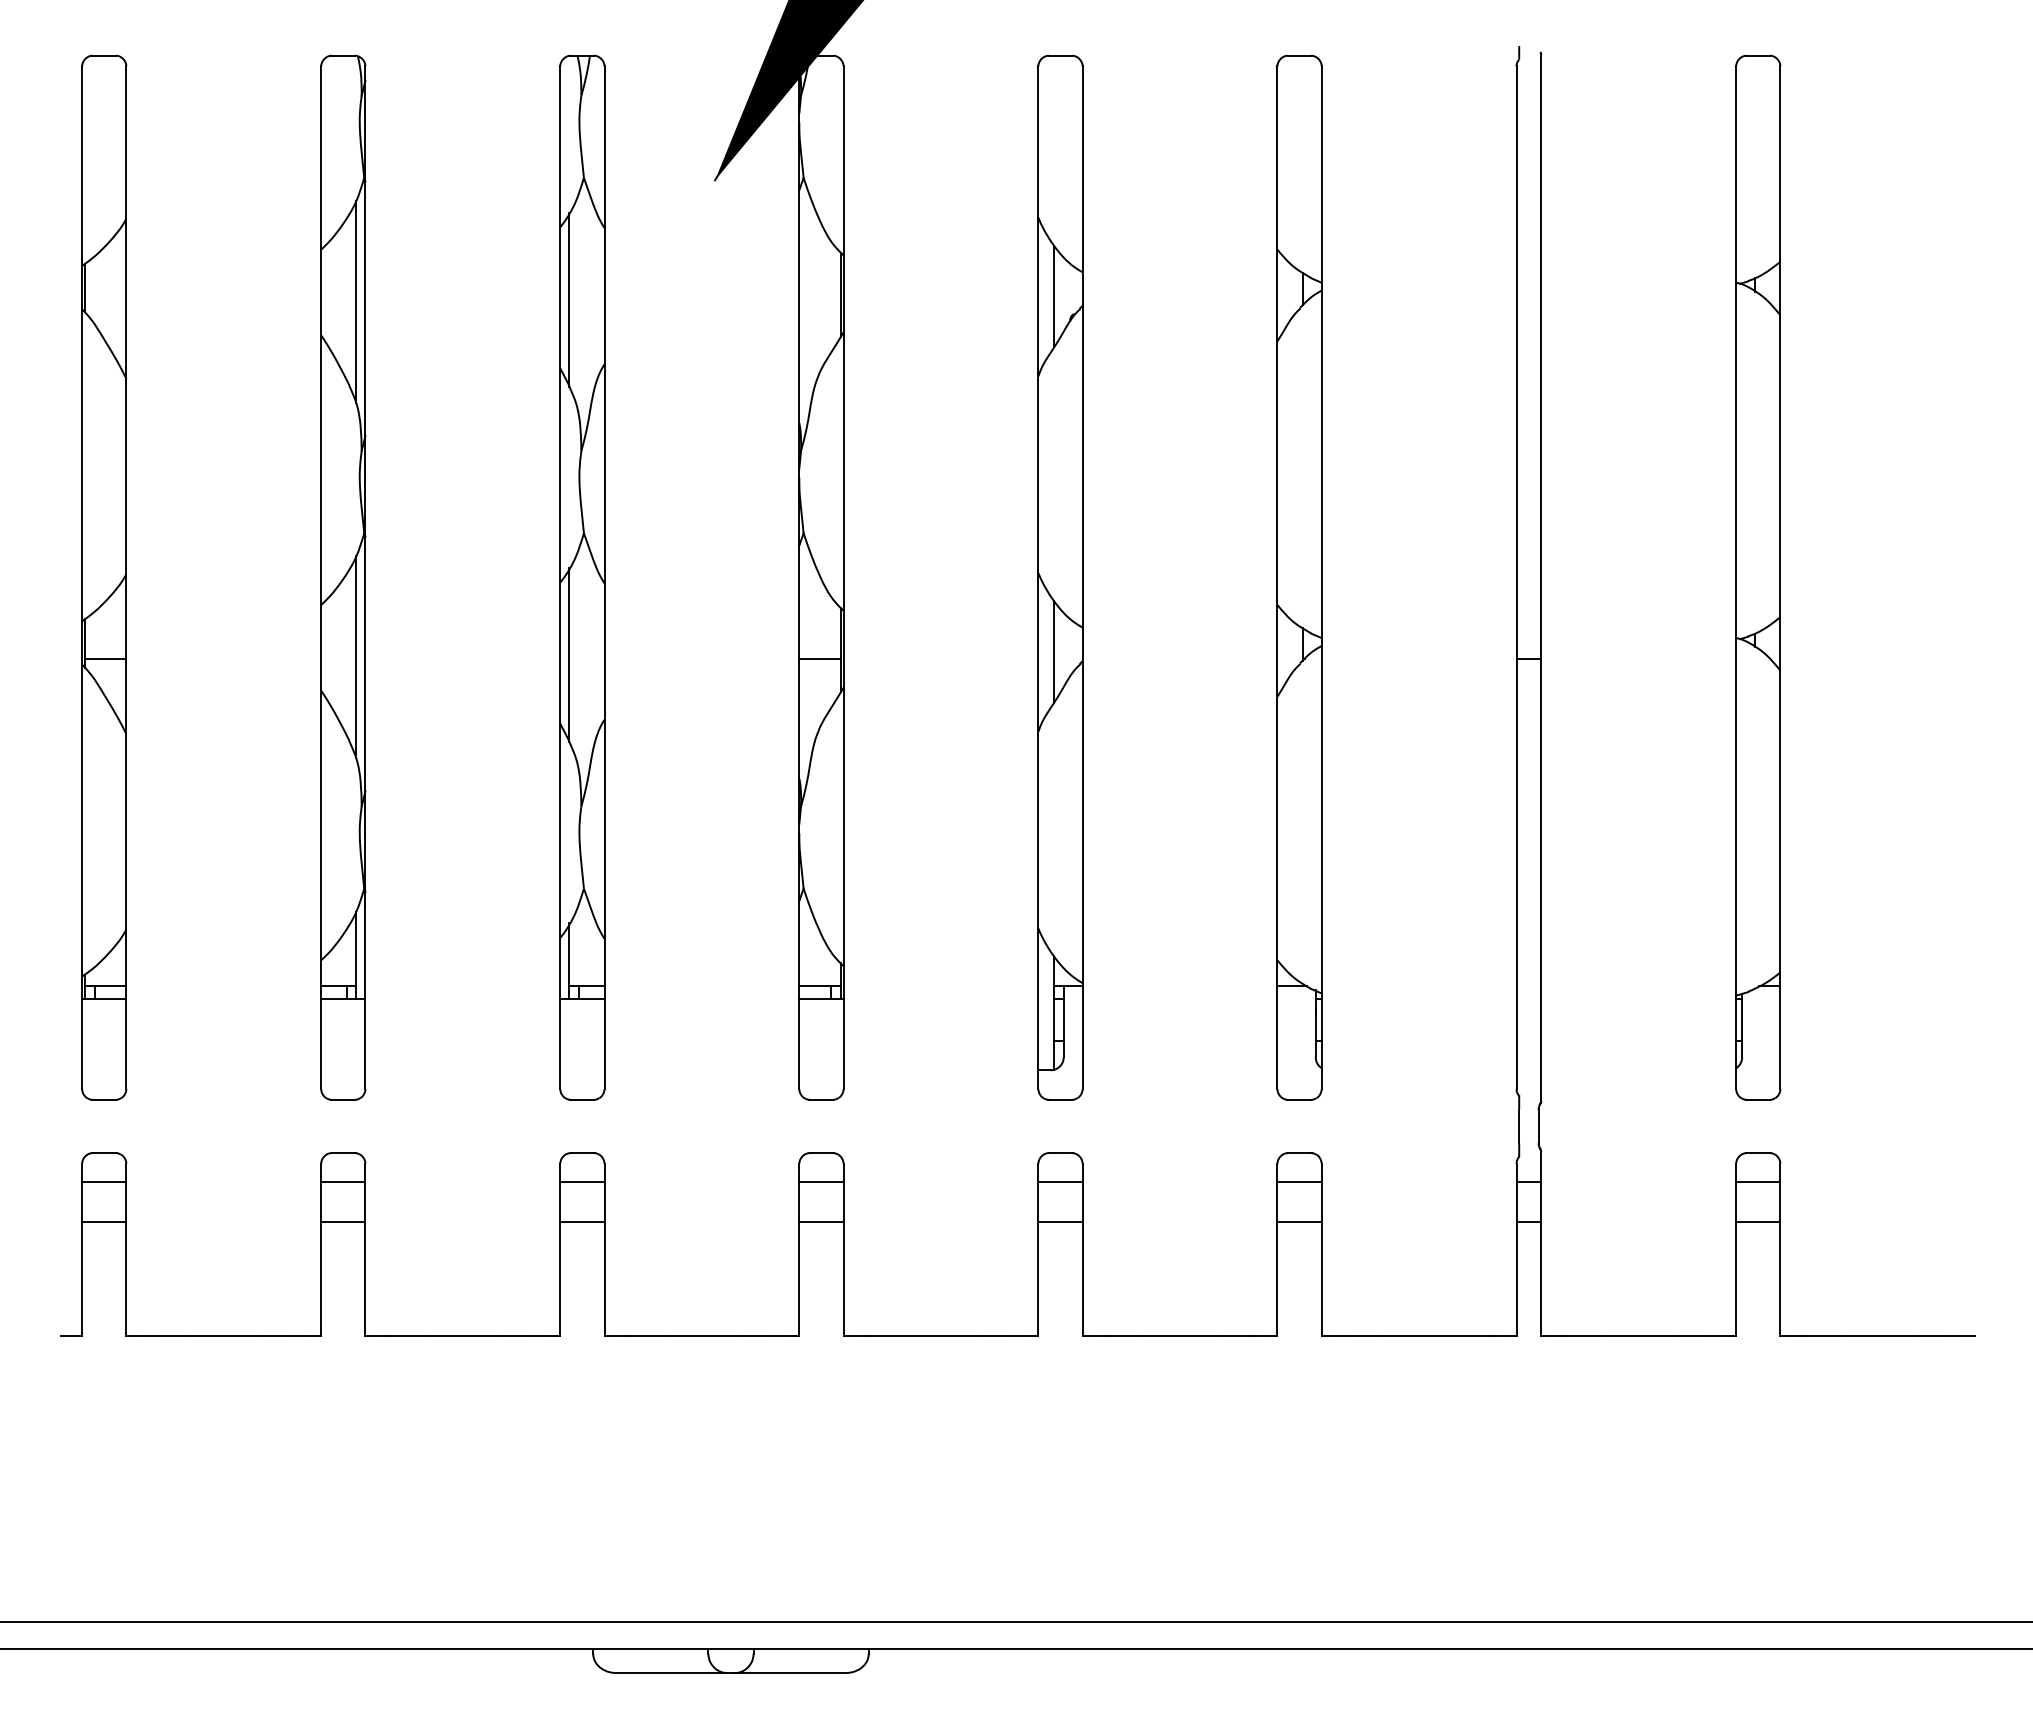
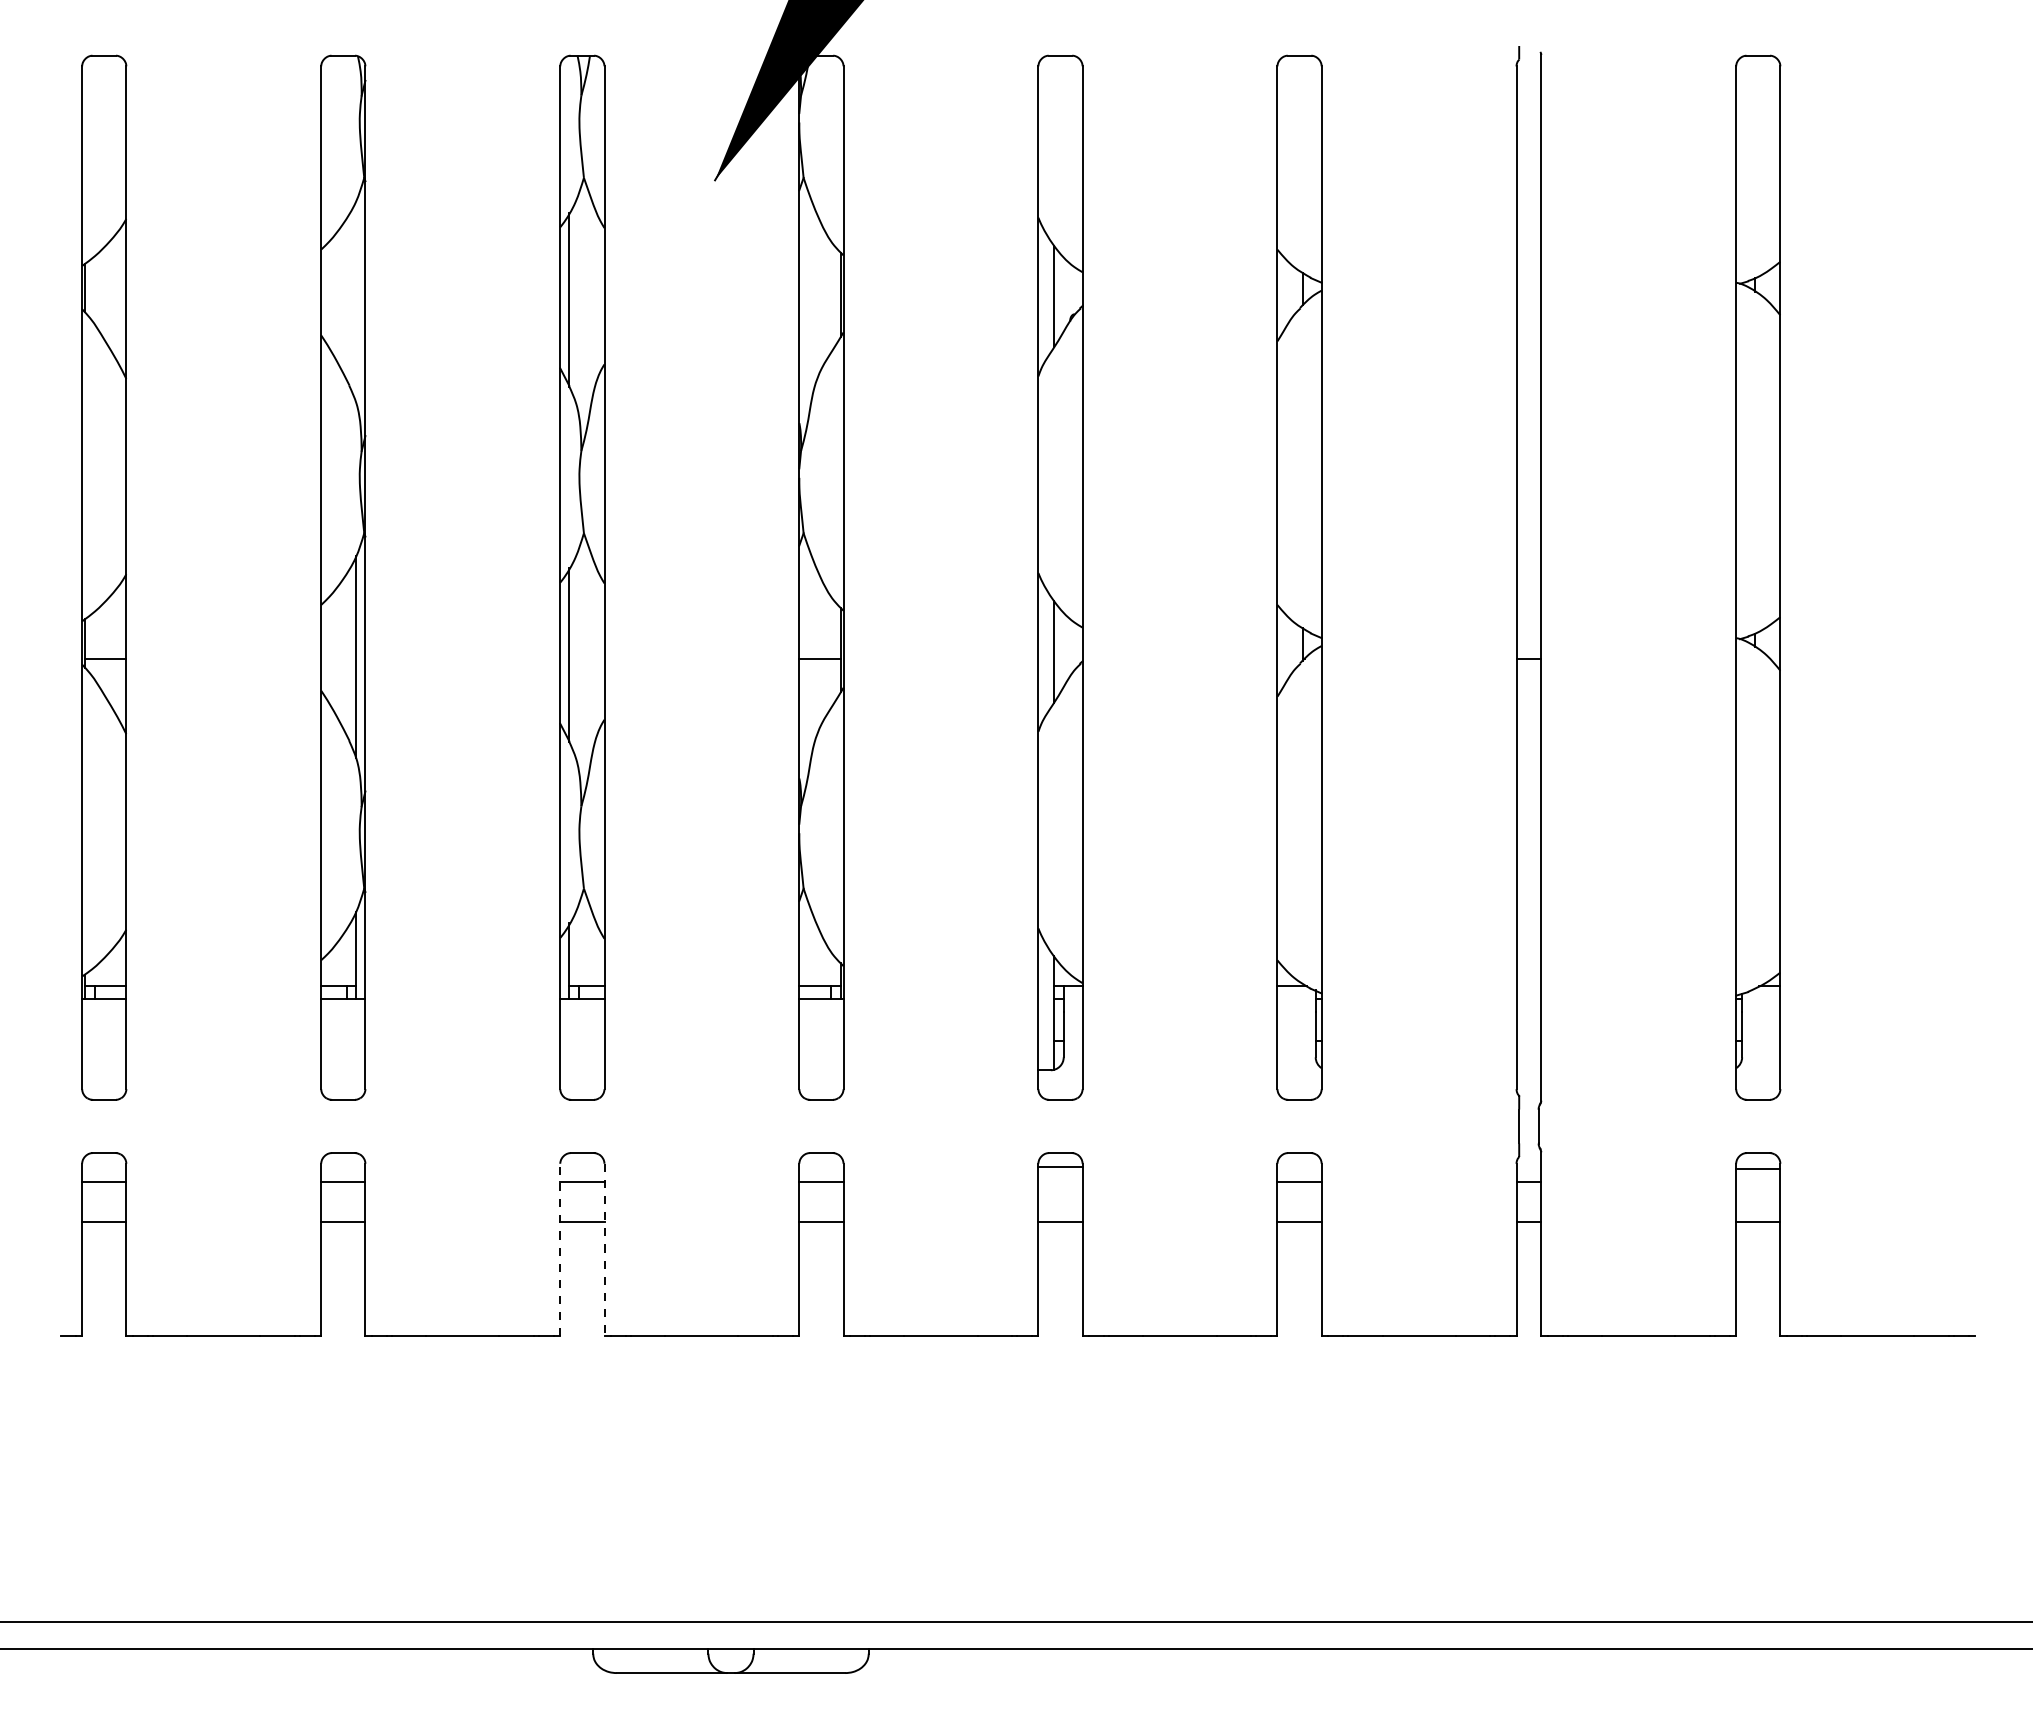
line at (356, 302): present -> none
line at (1060, 1182) position: (1060, 1182) -> (1060, 1167)
line at (1758, 1182) position: (1758, 1182) -> (1758, 1169)
line at (560, 1249): solid -> dashed
line at (604, 1250): solid -> dashed
